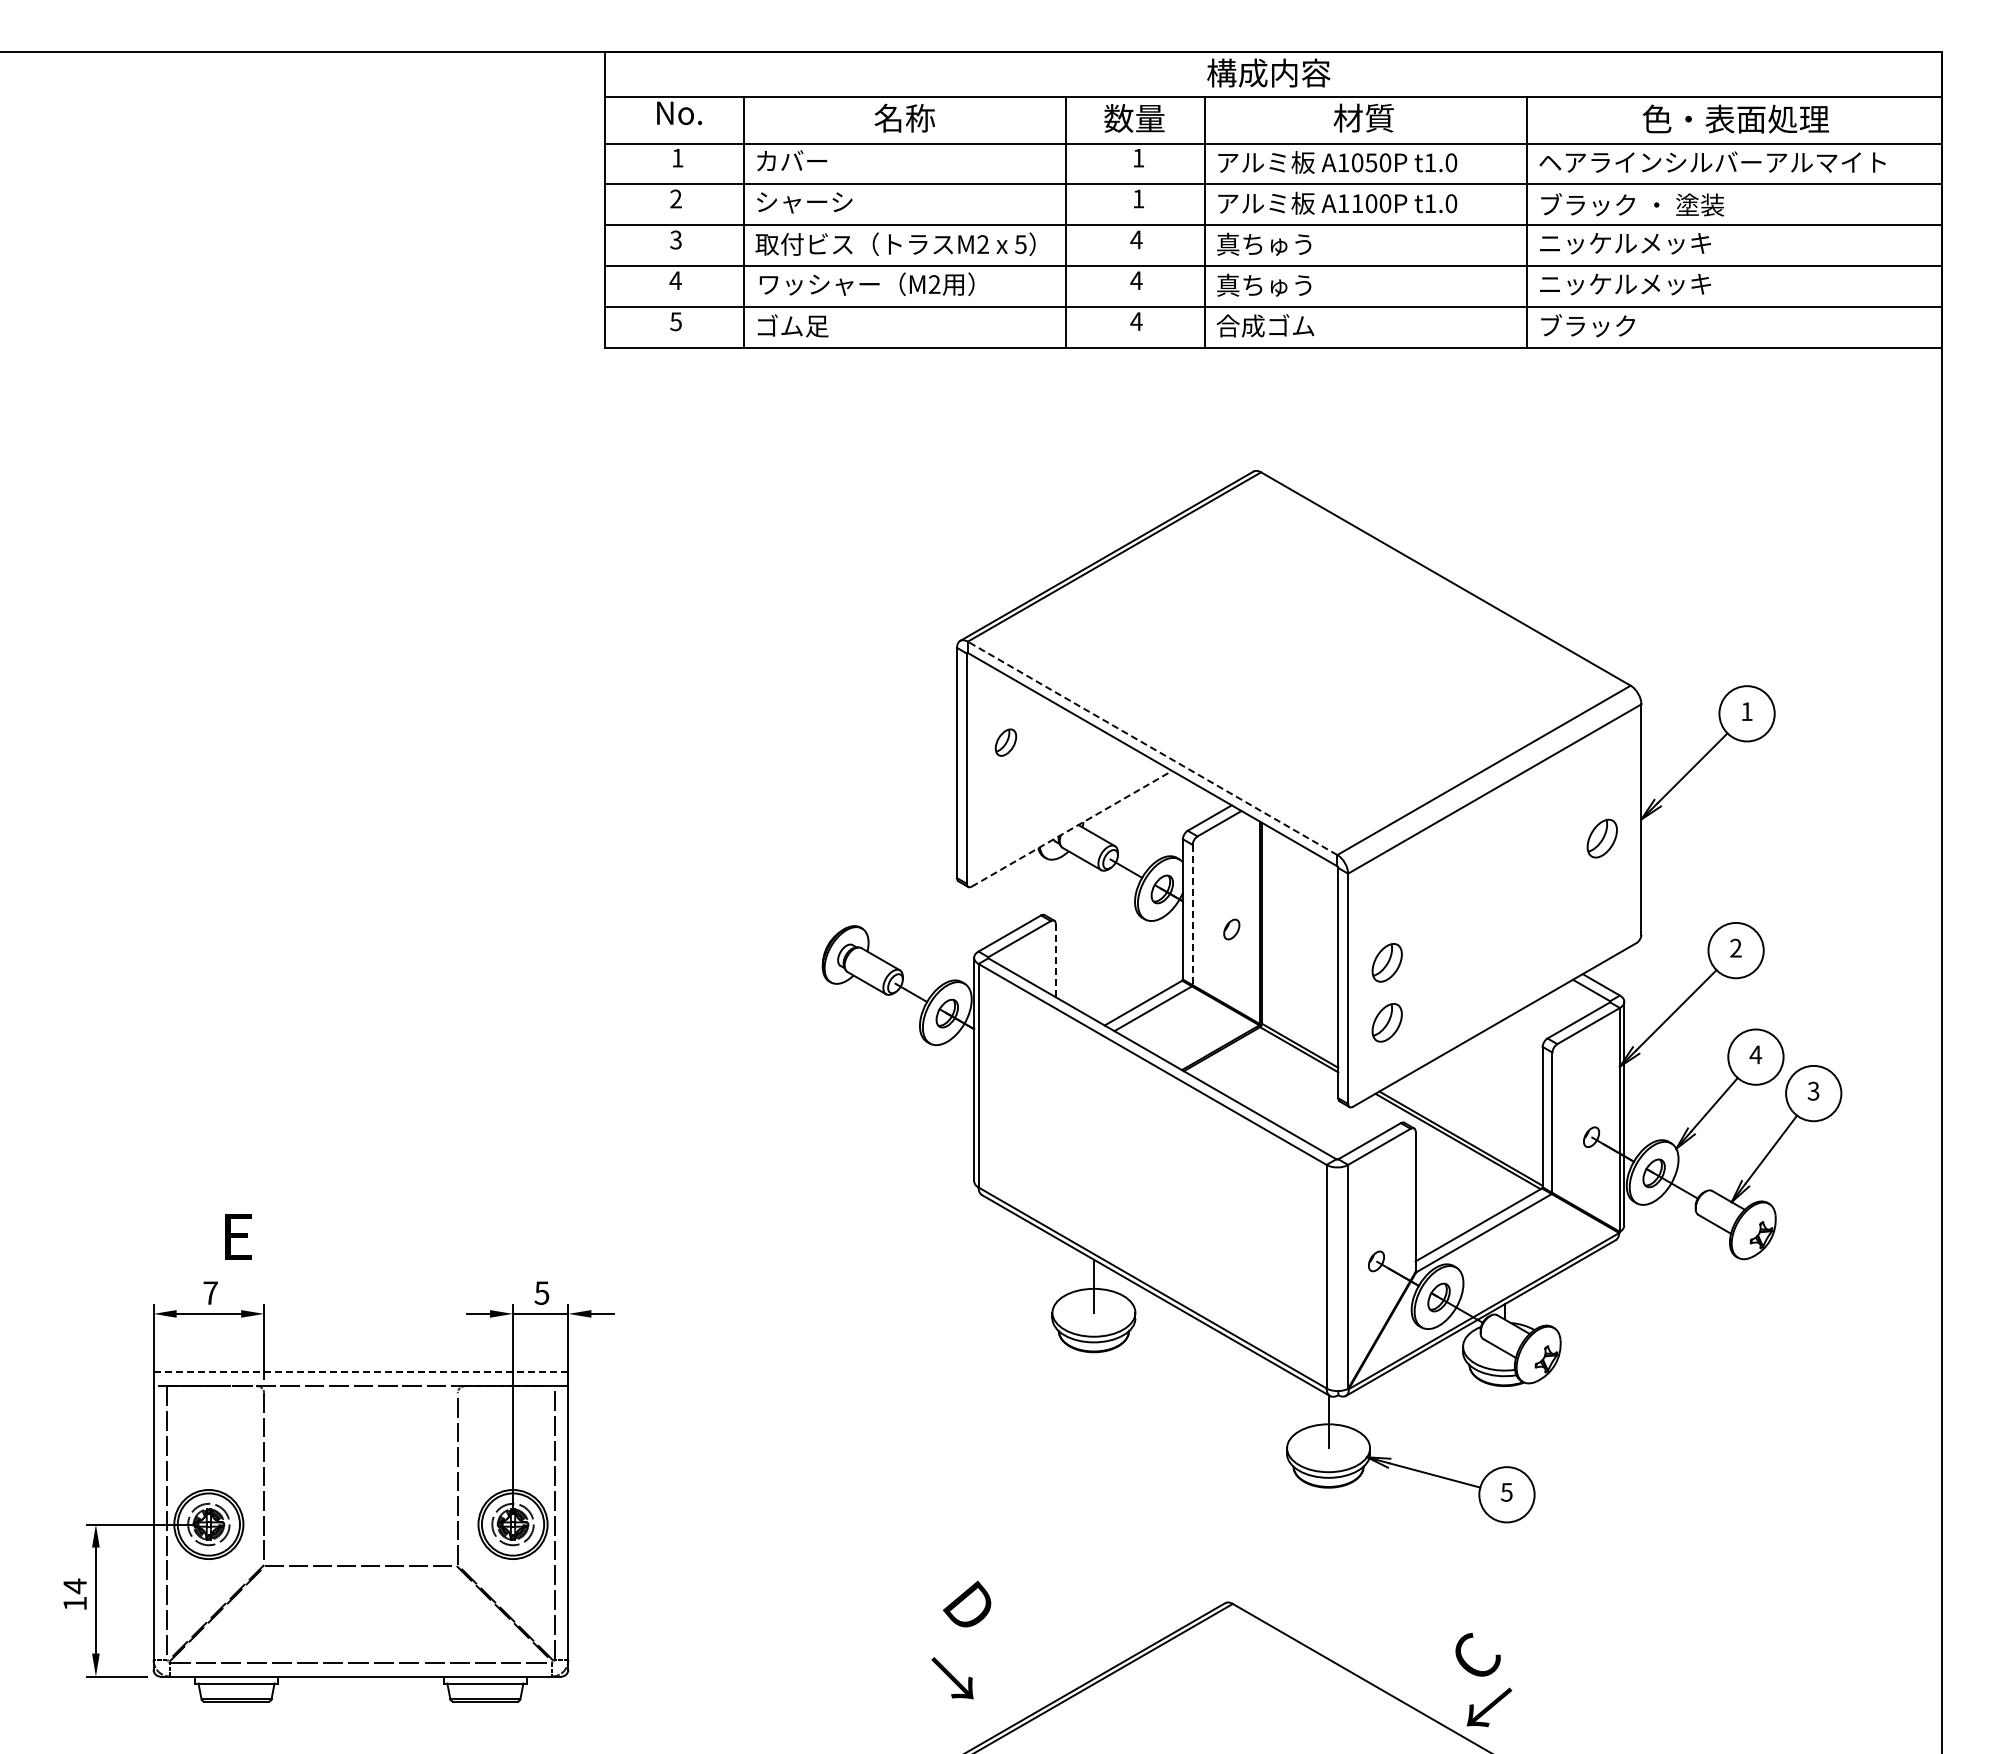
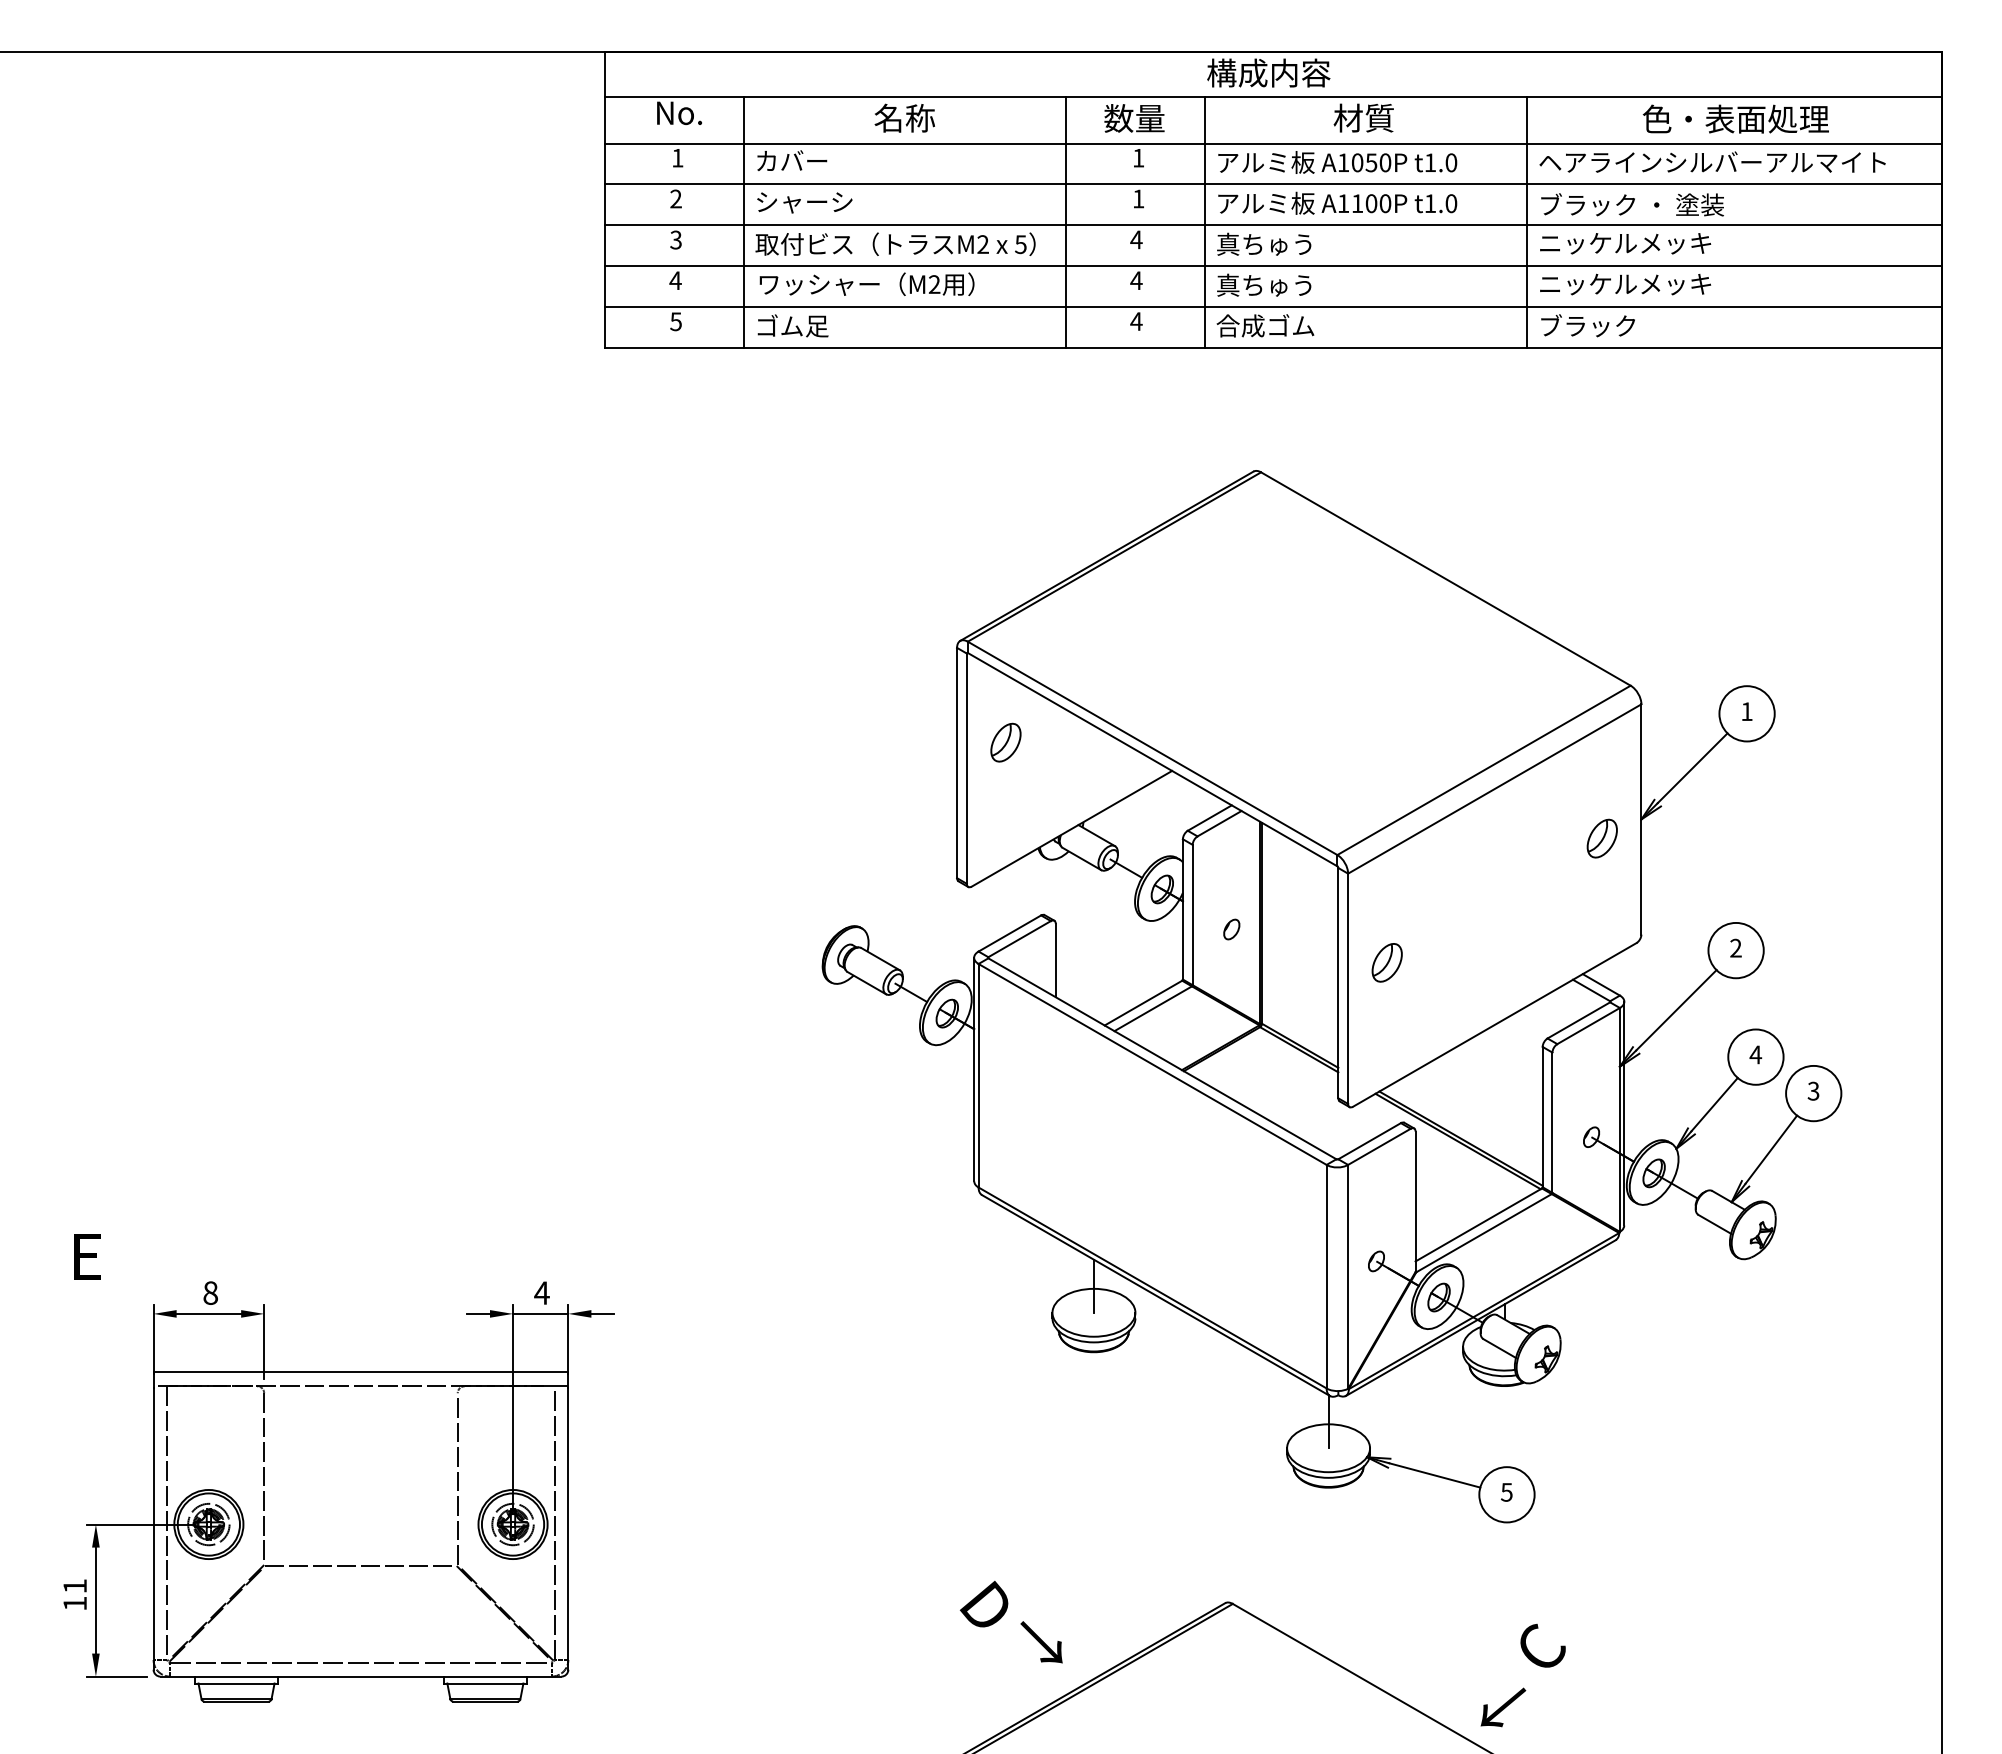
part at (1005, 742) size: 24x29 px -> 32x41 px
line at (1152, 748): dashed -> solid
line at (1071, 828): dashed -> solid
line at (1192, 915): dashed -> solid
line at (1055, 960): dashed -> solid
part at (1386, 1022): present -> none
text at (238, 1236) position: (238, 1236) -> (87, 1256)
text at (210, 1292): 7 -> 8
text at (541, 1292): 5 -> 4
line at (361, 1372): dashed -> solid
text at (74, 1586): 14 -> 11
text at (967, 1603) position: (967, 1603) -> (984, 1603)
text at (1477, 1654) position: (1477, 1654) -> (1542, 1645)
text at (952, 1678) position: (952, 1678) -> (1041, 1642)
text at (1489, 1707) position: (1489, 1707) -> (1503, 1707)
